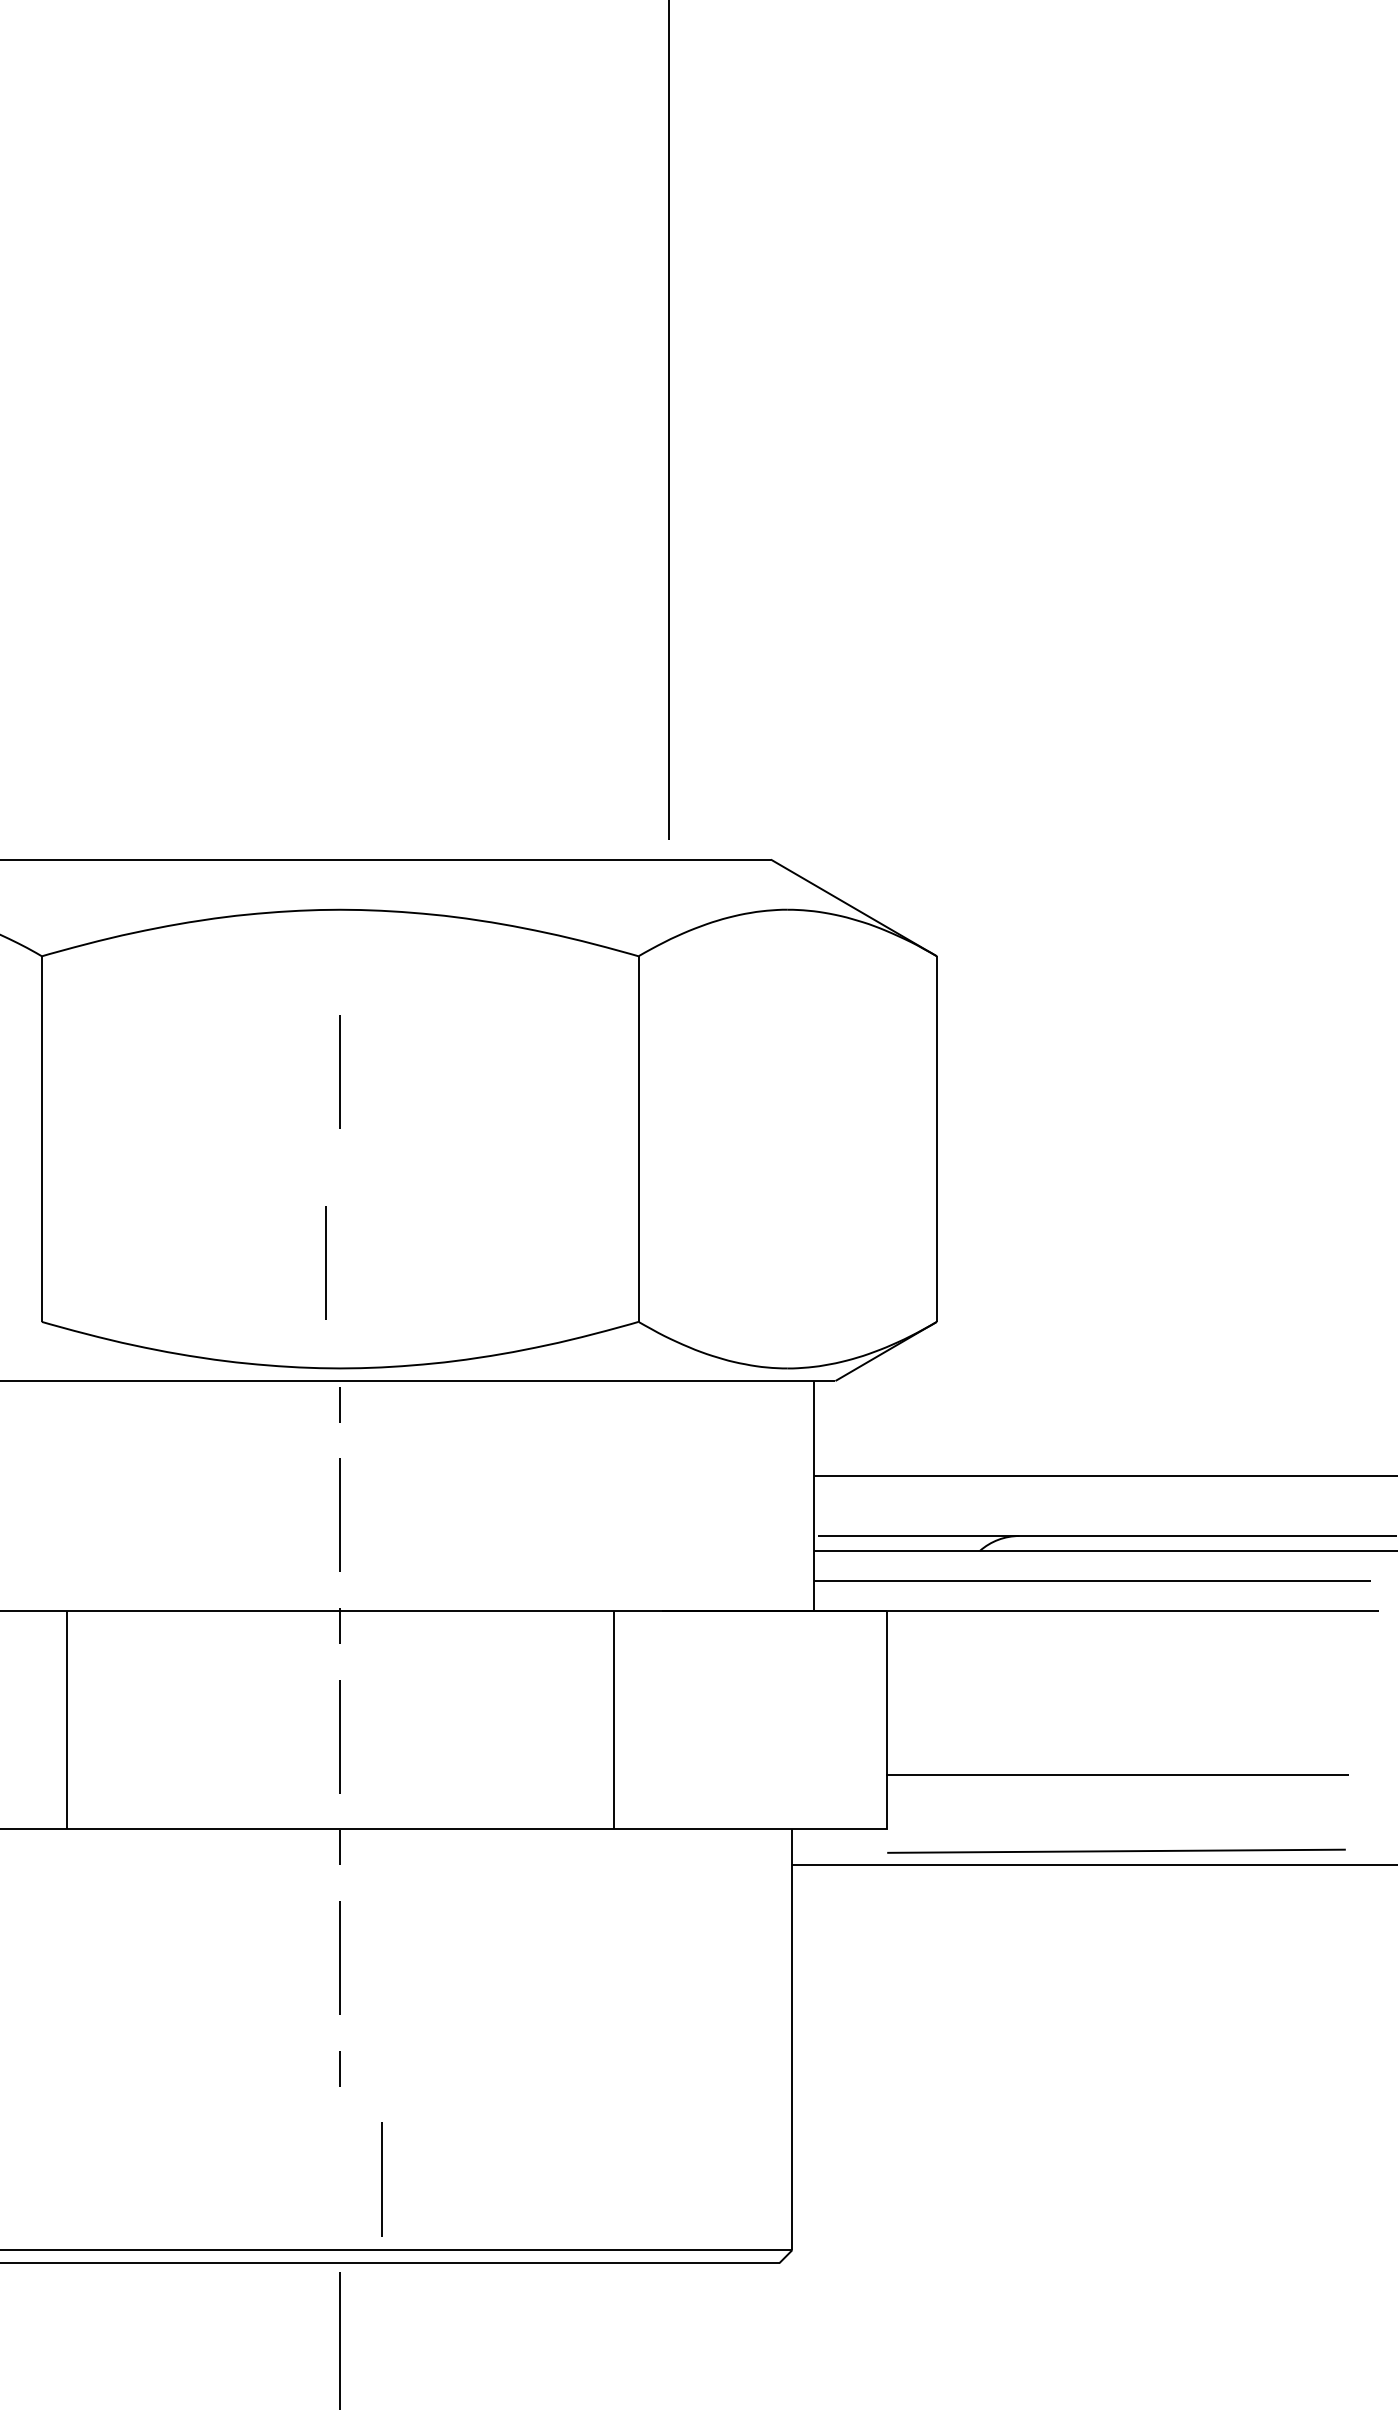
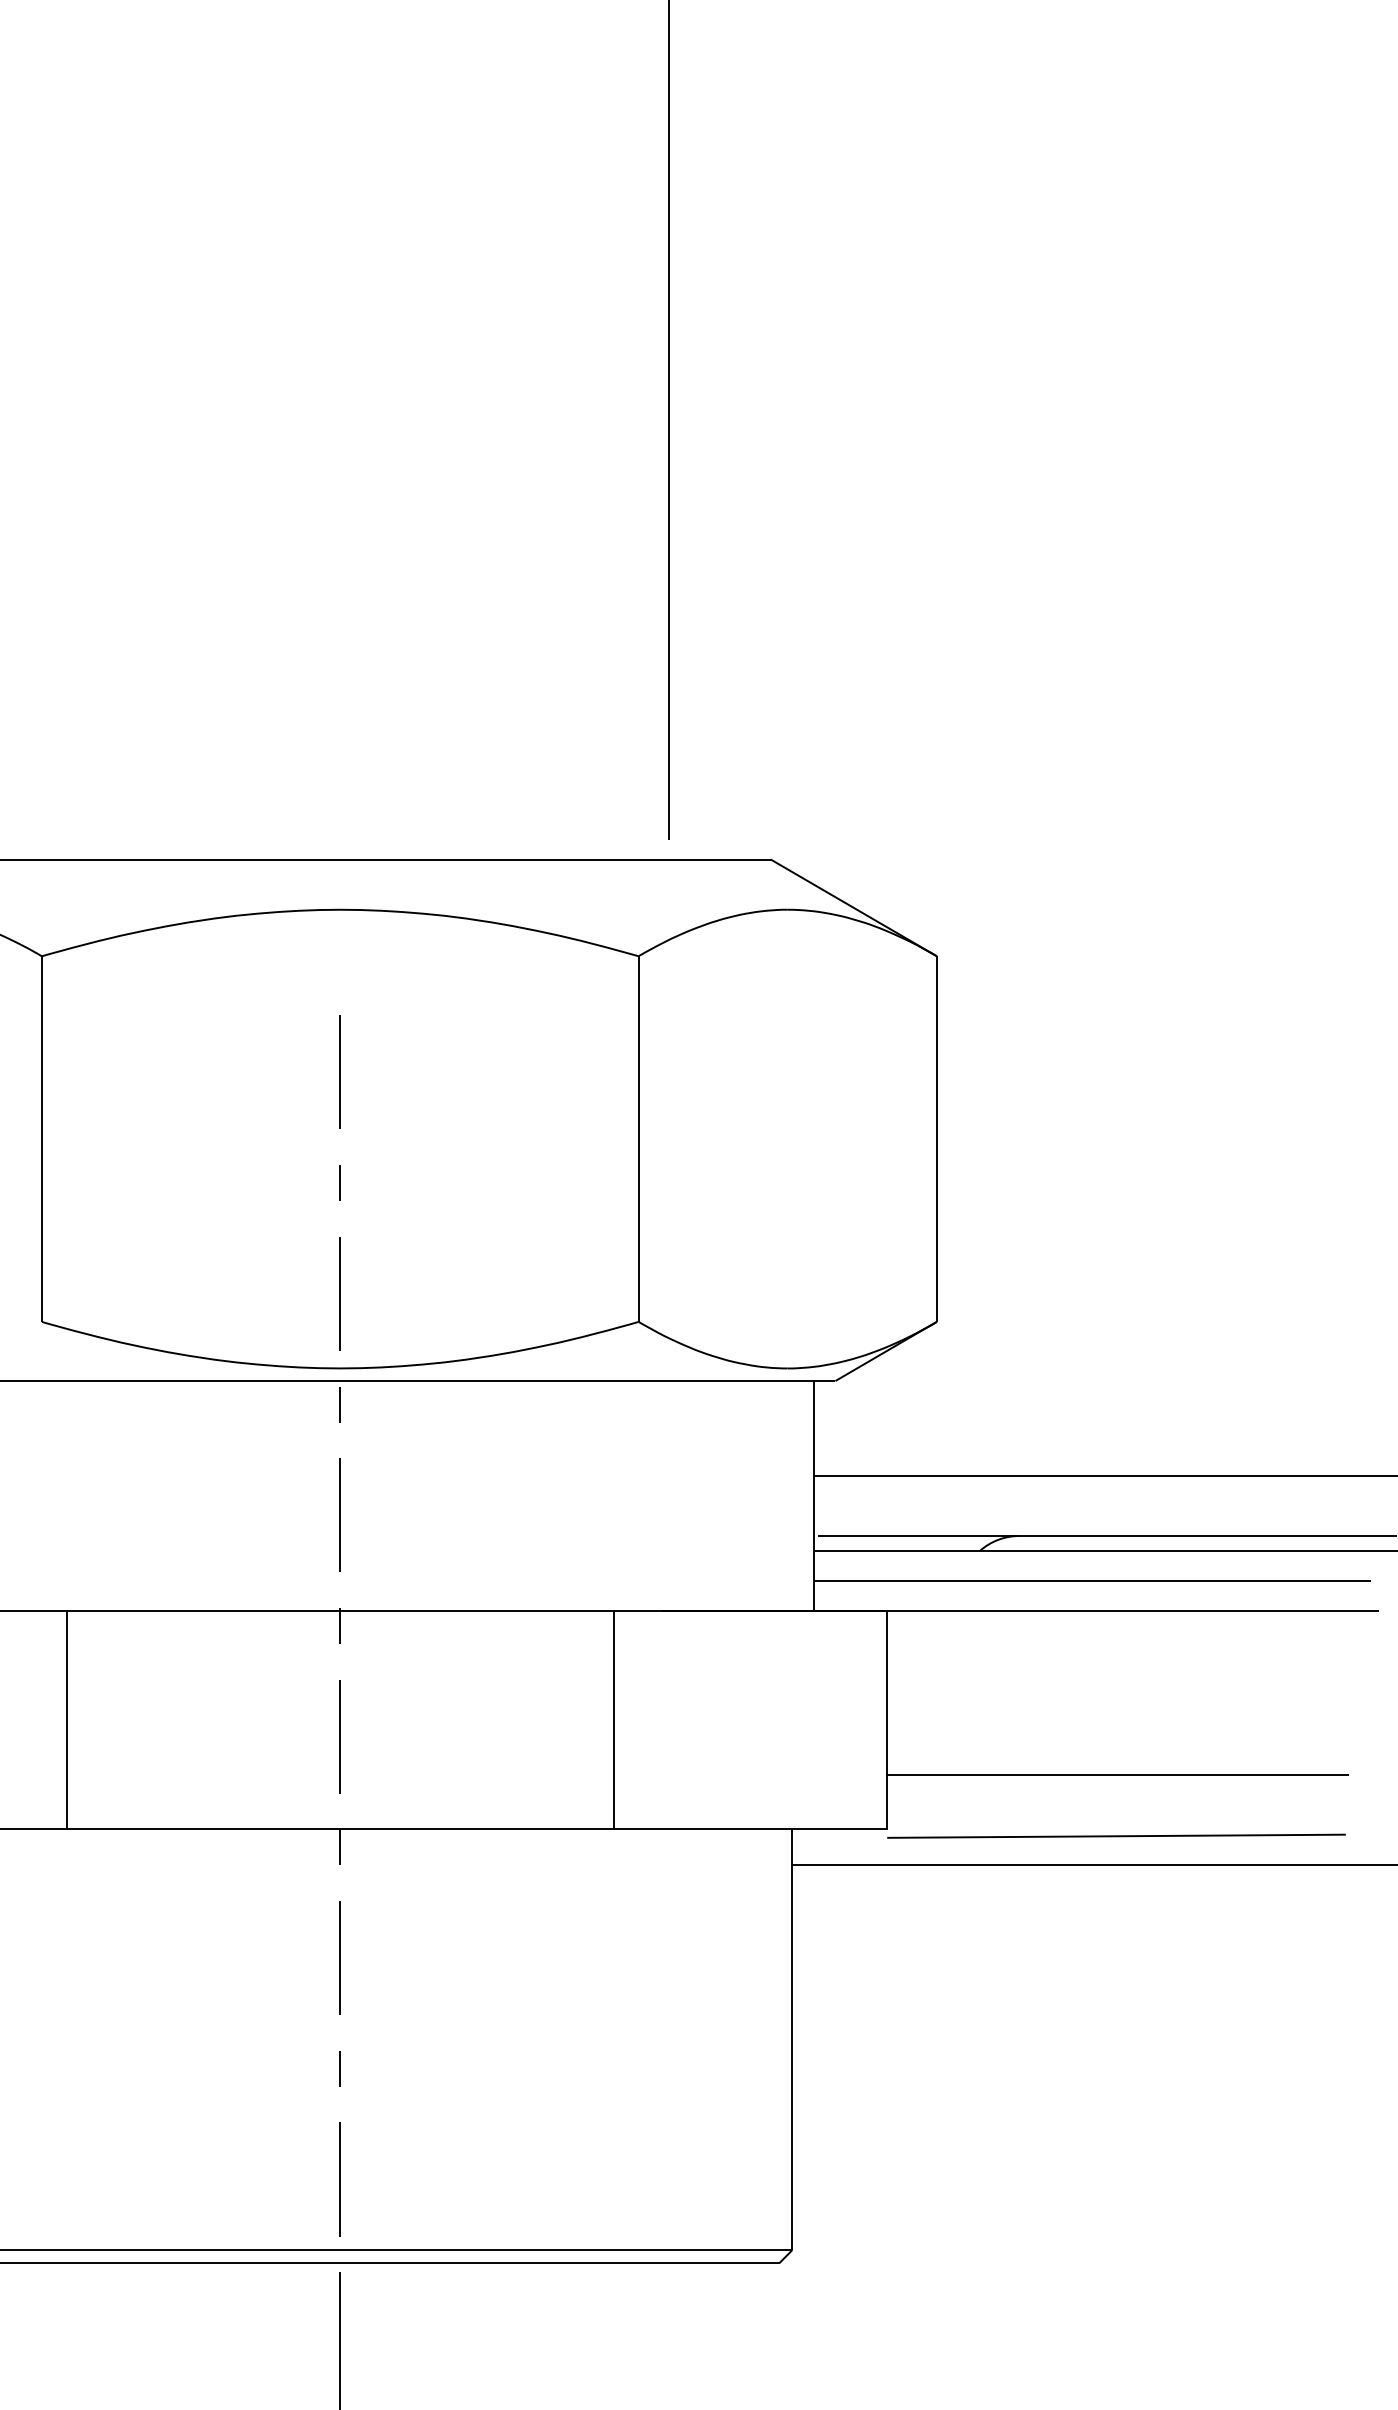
line at (339, 1182): none -> present
line at (325, 1262) position: (325, 1262) -> (339, 1293)
line at (1116, 1850) position: (1116, 1850) -> (1116, 1835)
line at (381, 2179) position: (381, 2179) -> (339, 2179)
